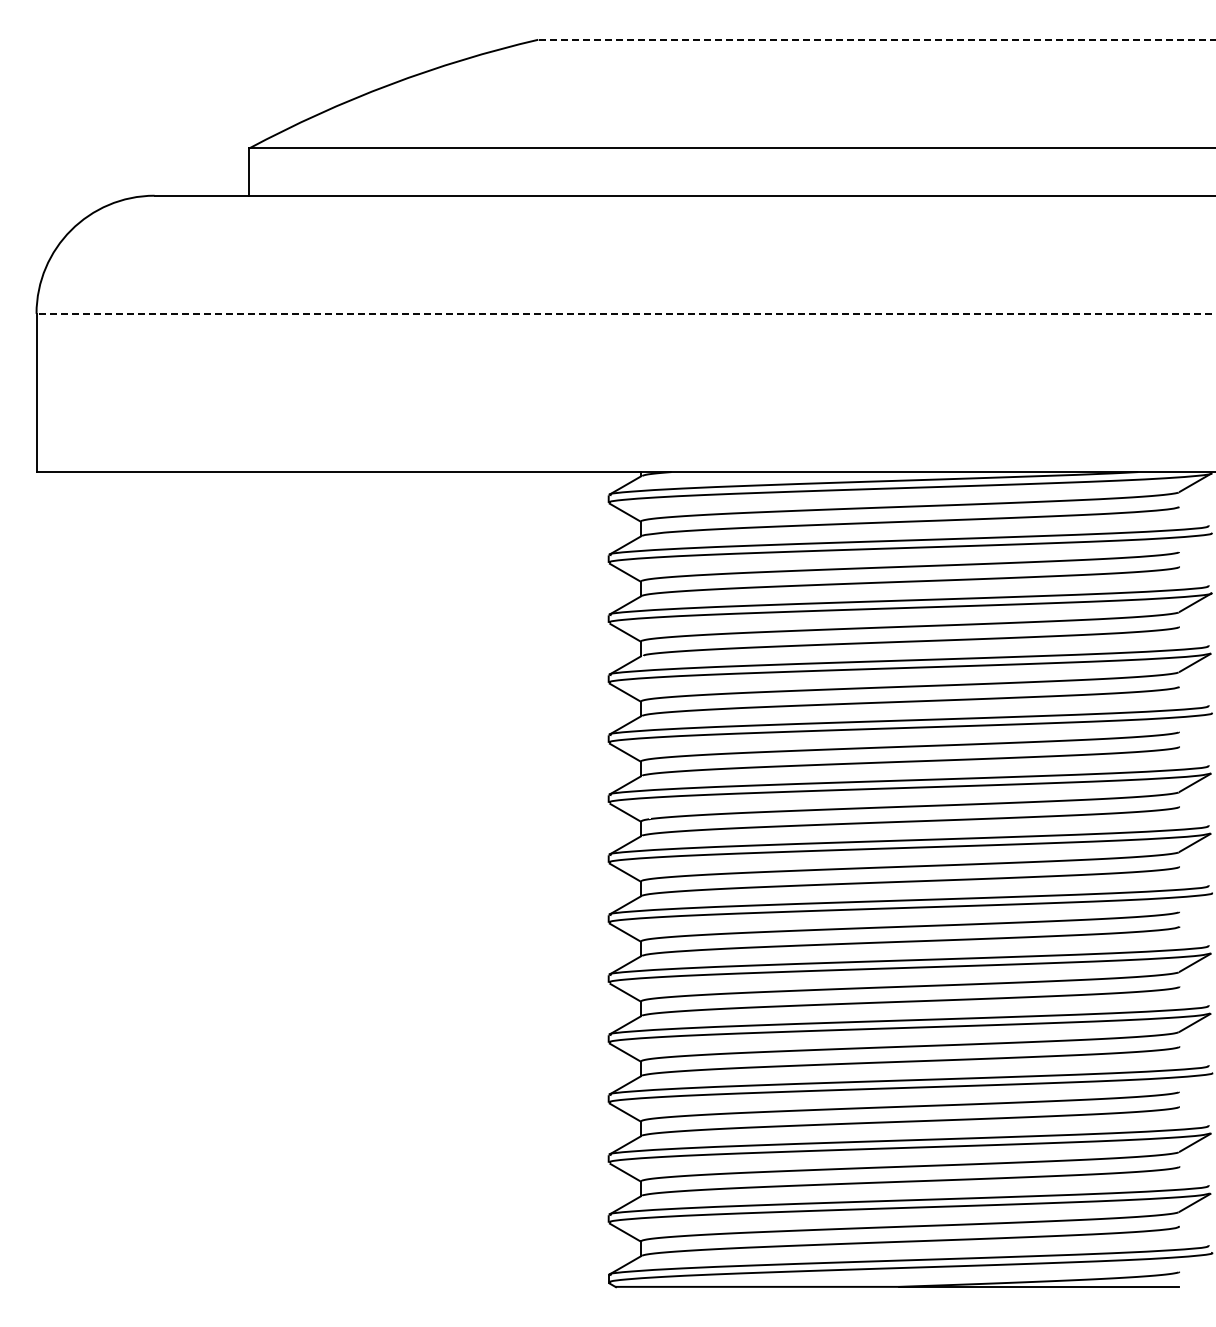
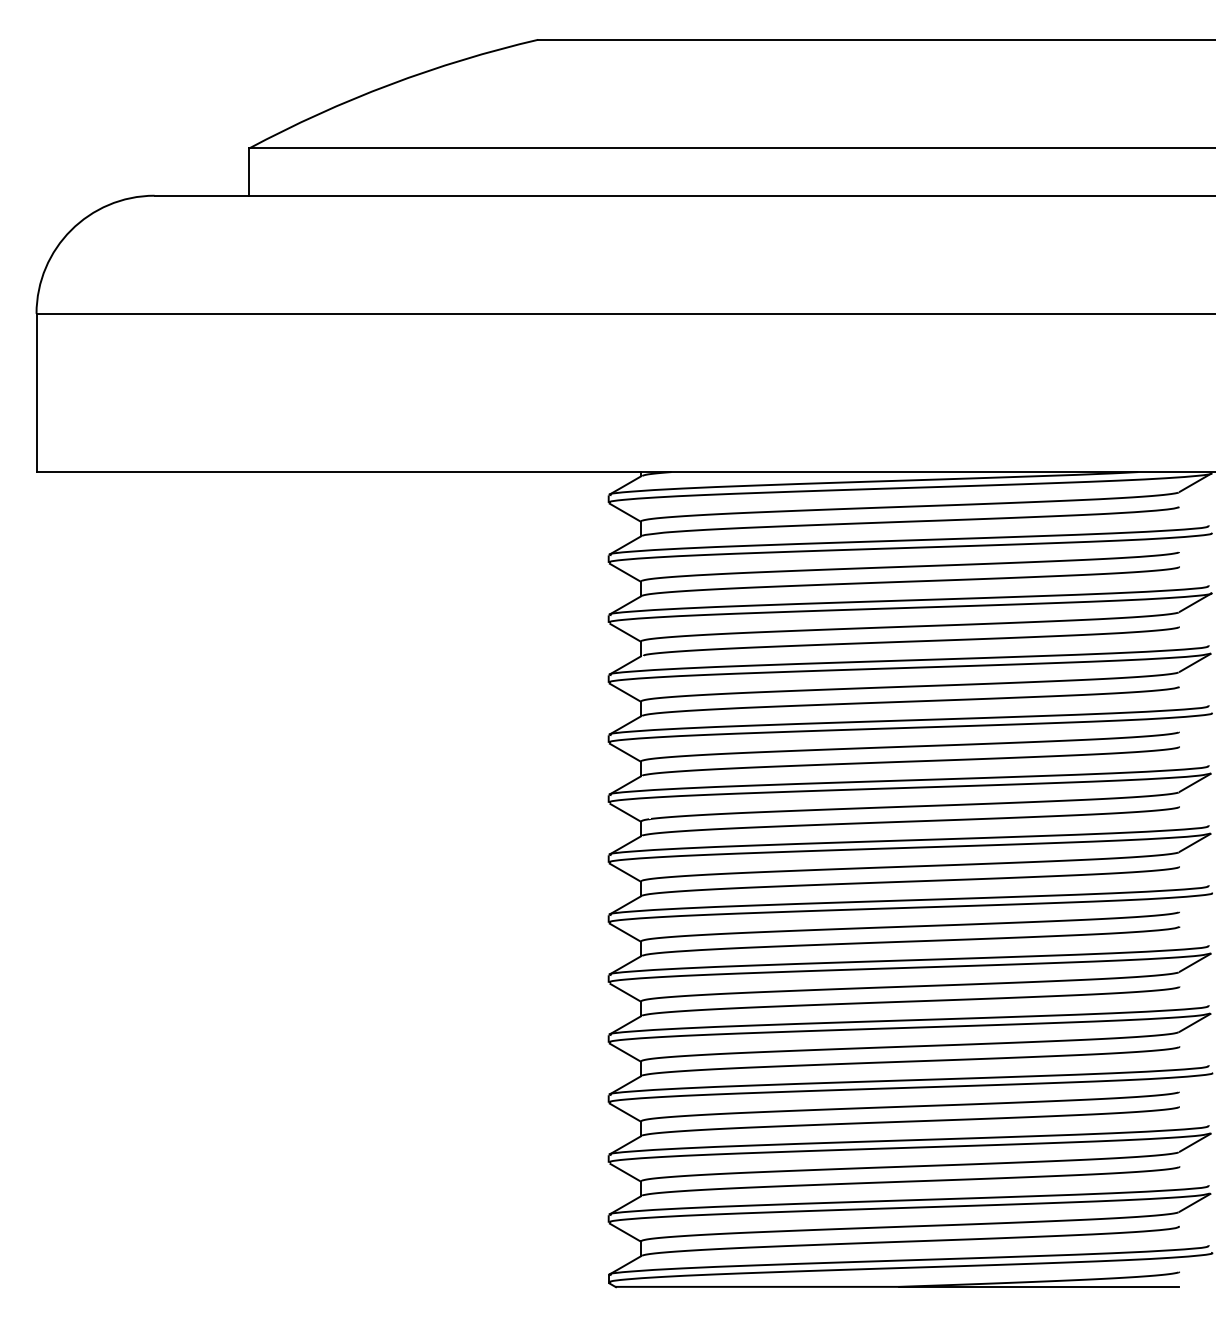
line at (876, 39): dashed -> solid
line at (625, 313): dashed -> solid
